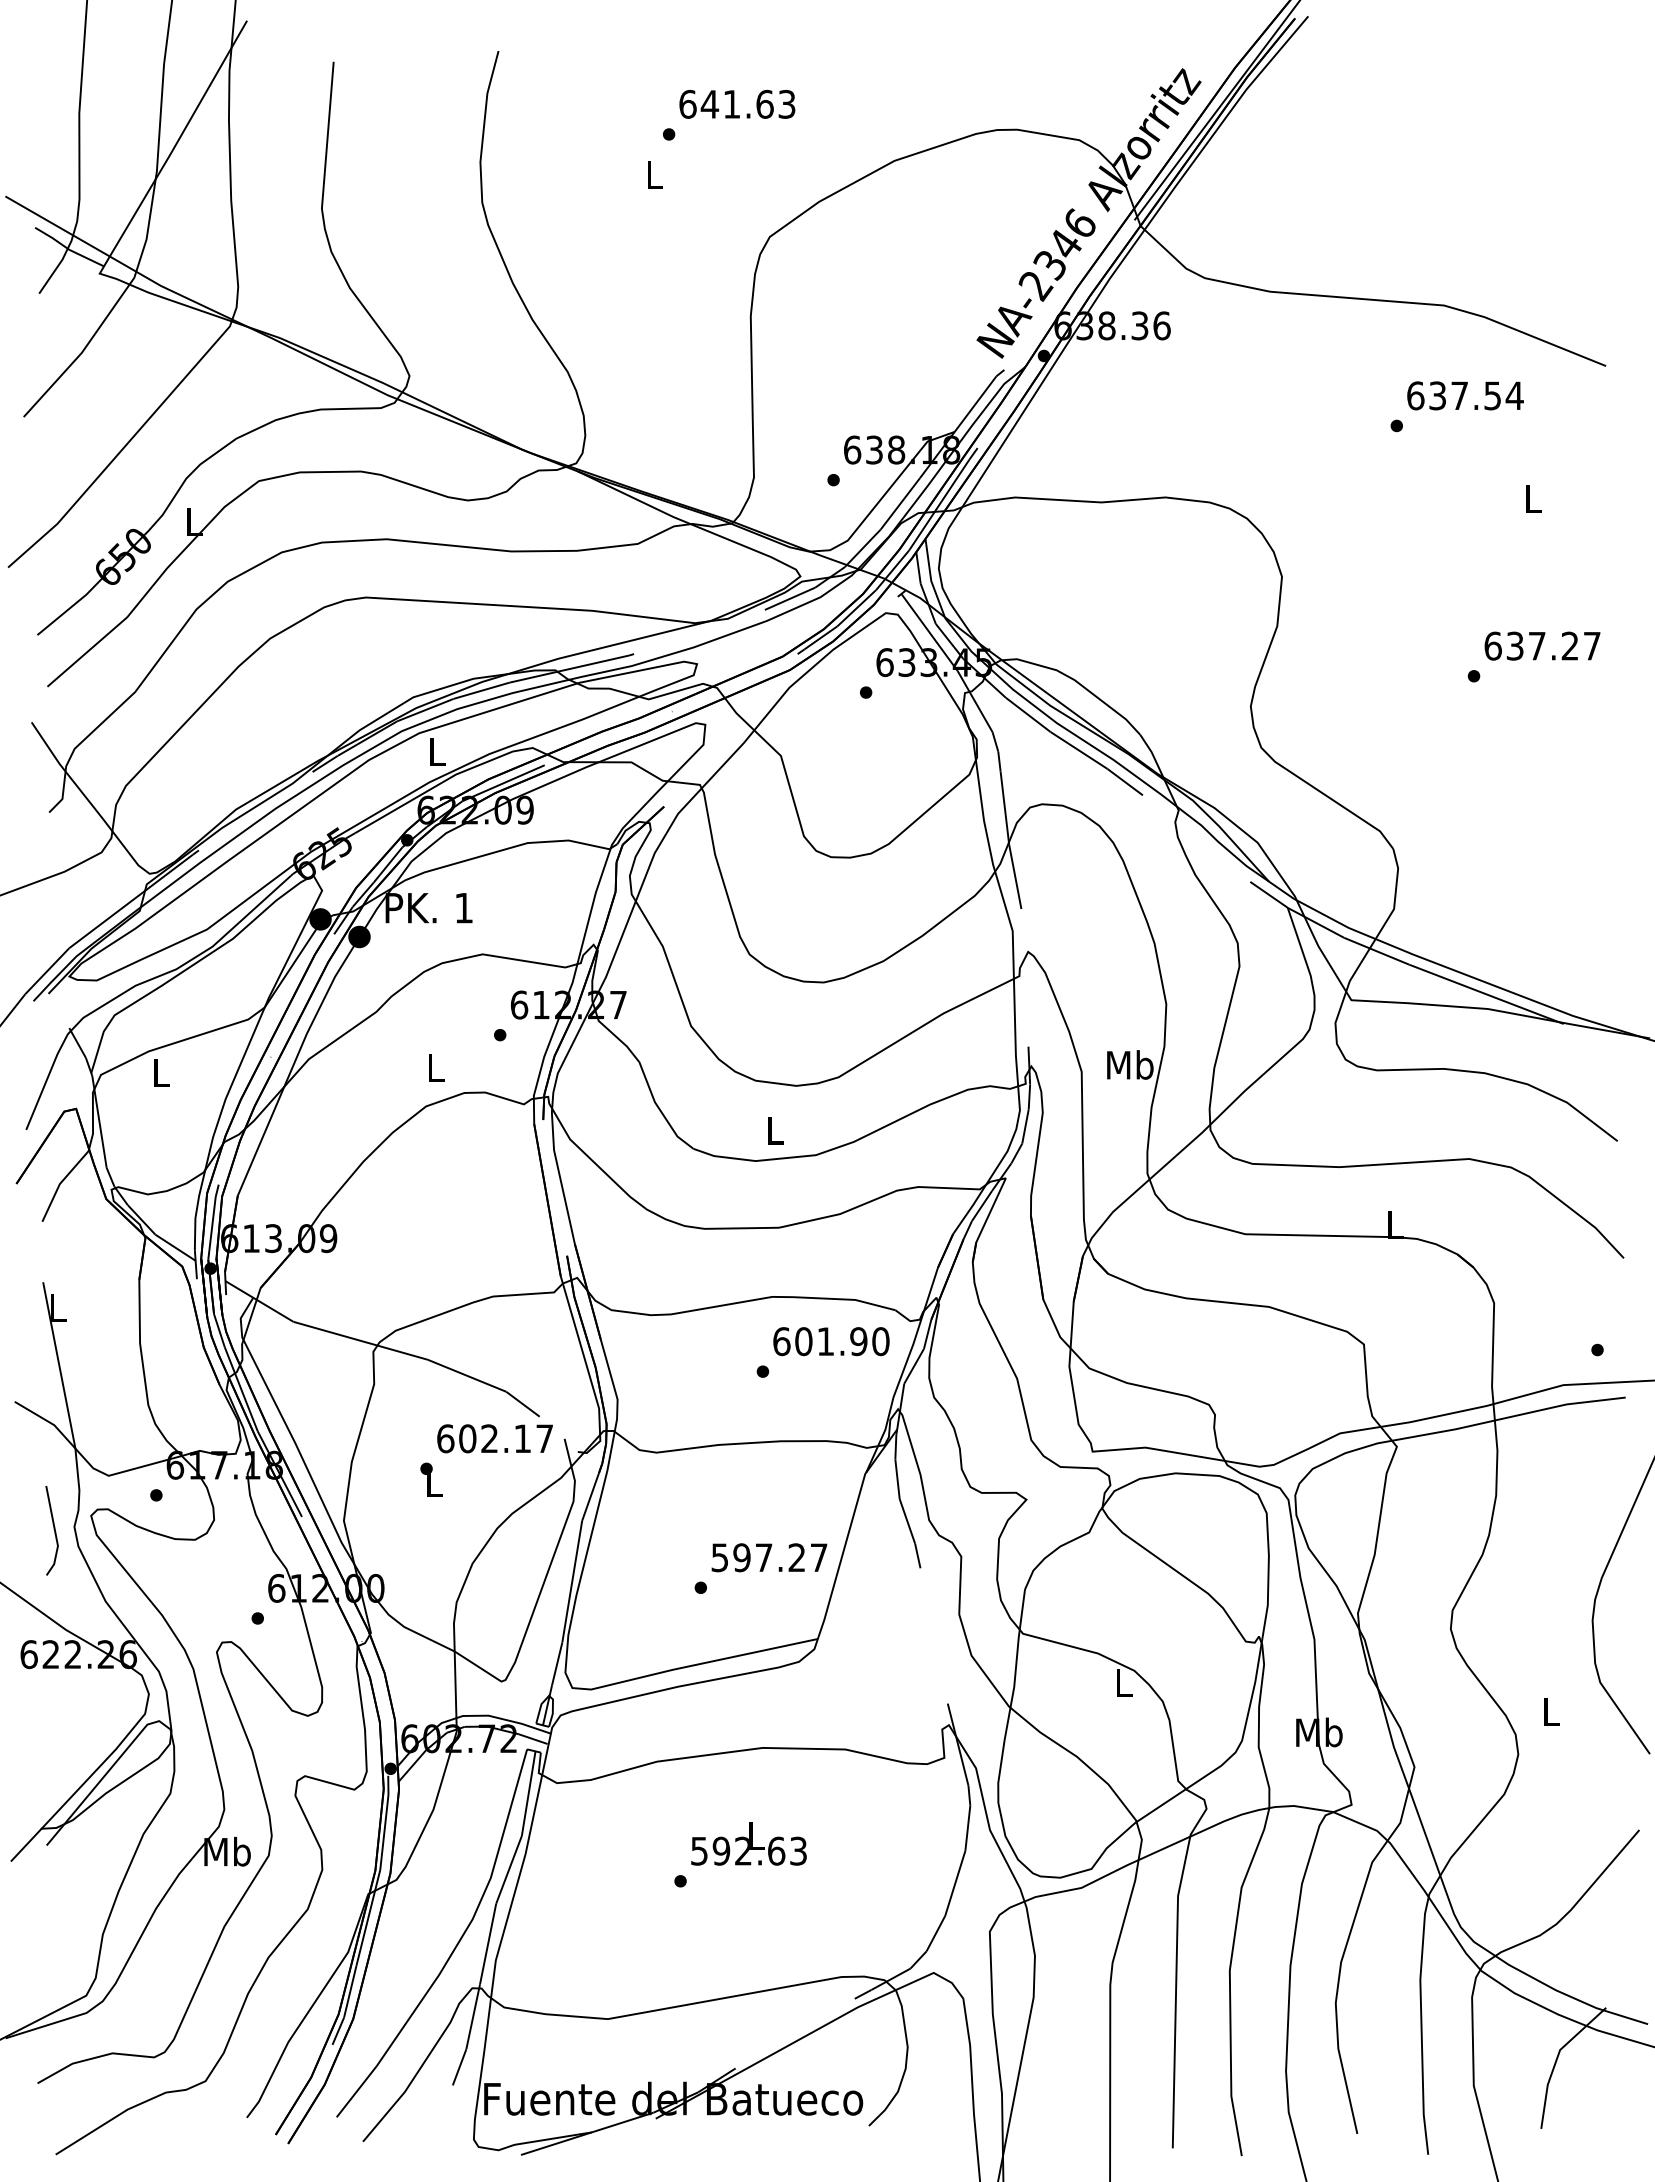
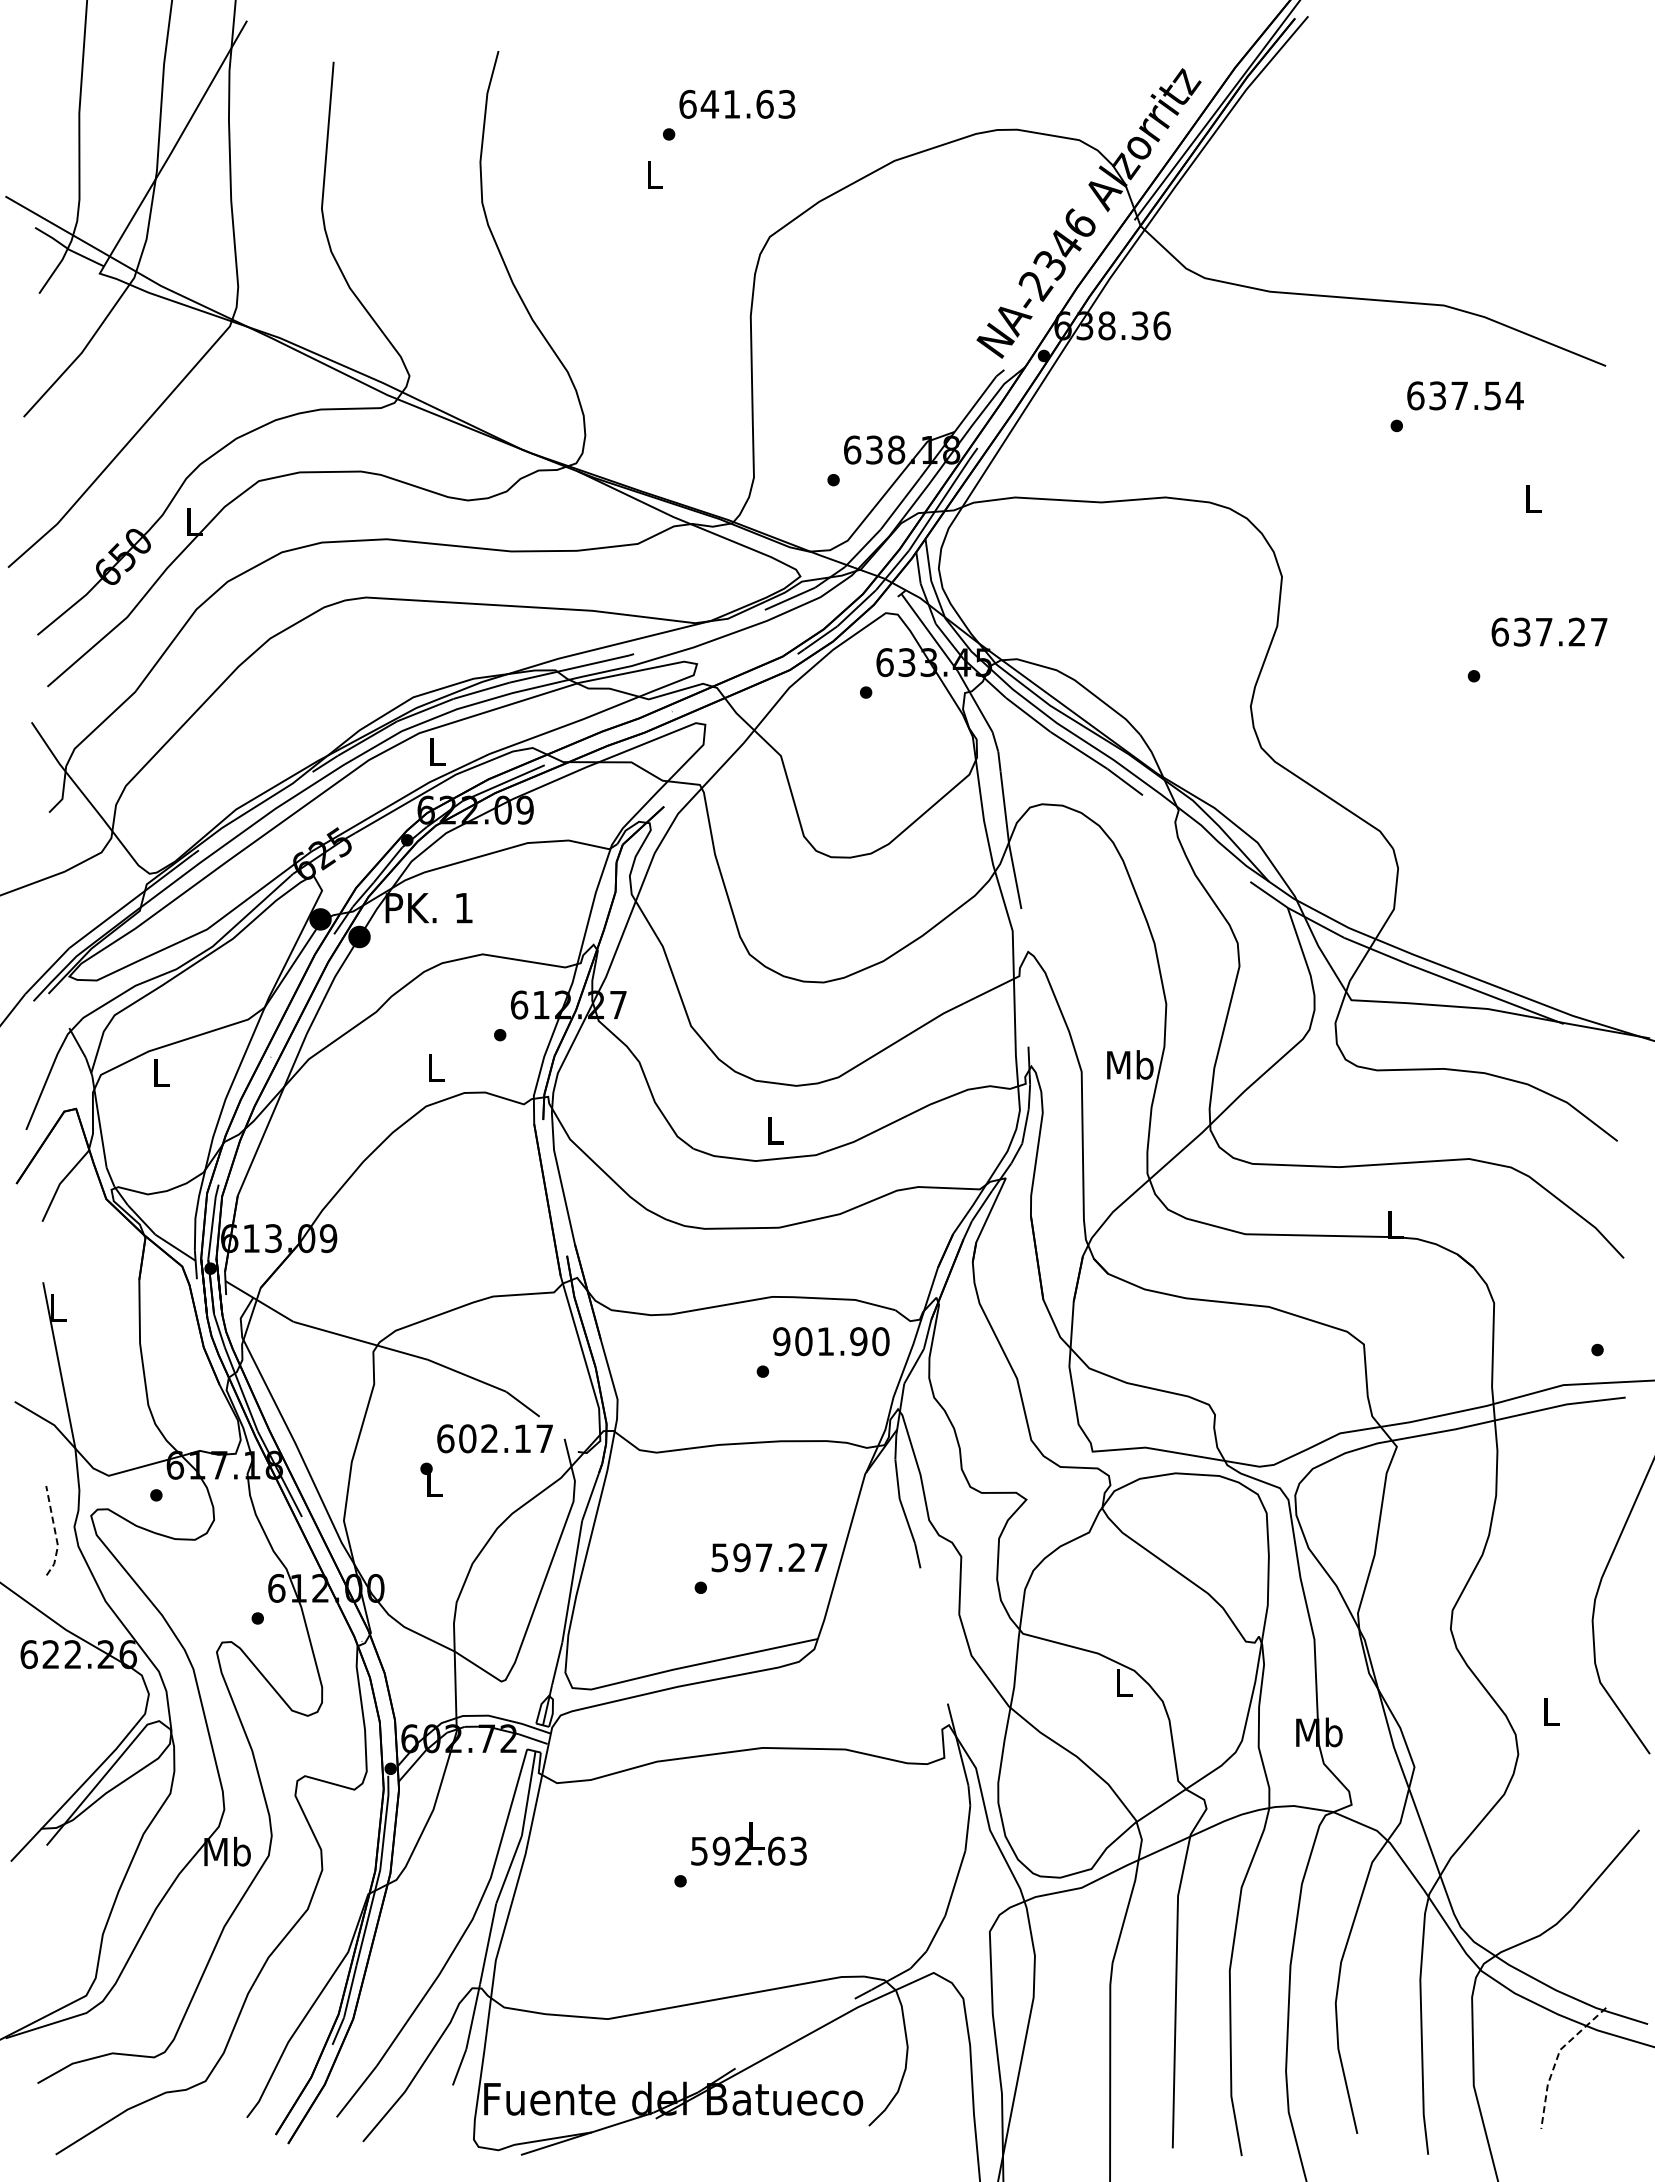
text at (1542, 645) position: (1542, 645) -> (1549, 631)
text at (781, 1341): 601.90 -> 901.90
line at (55, 1532): solid -> dashed
line at (1556, 2059): solid -> dashed
